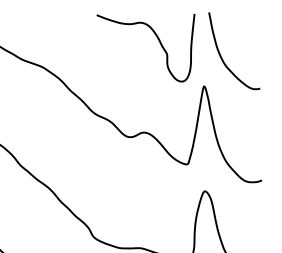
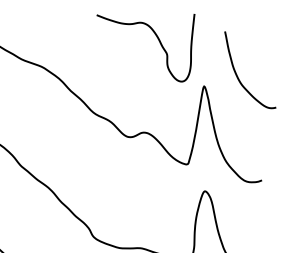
curve at (222, 57) position: (222, 57) -> (238, 76)
